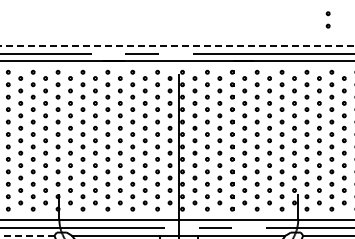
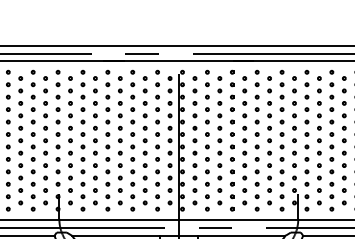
part at (327, 19): present -> none
line at (177, 45): dashed -> solid
line at (27, 235): dashed -> solid
